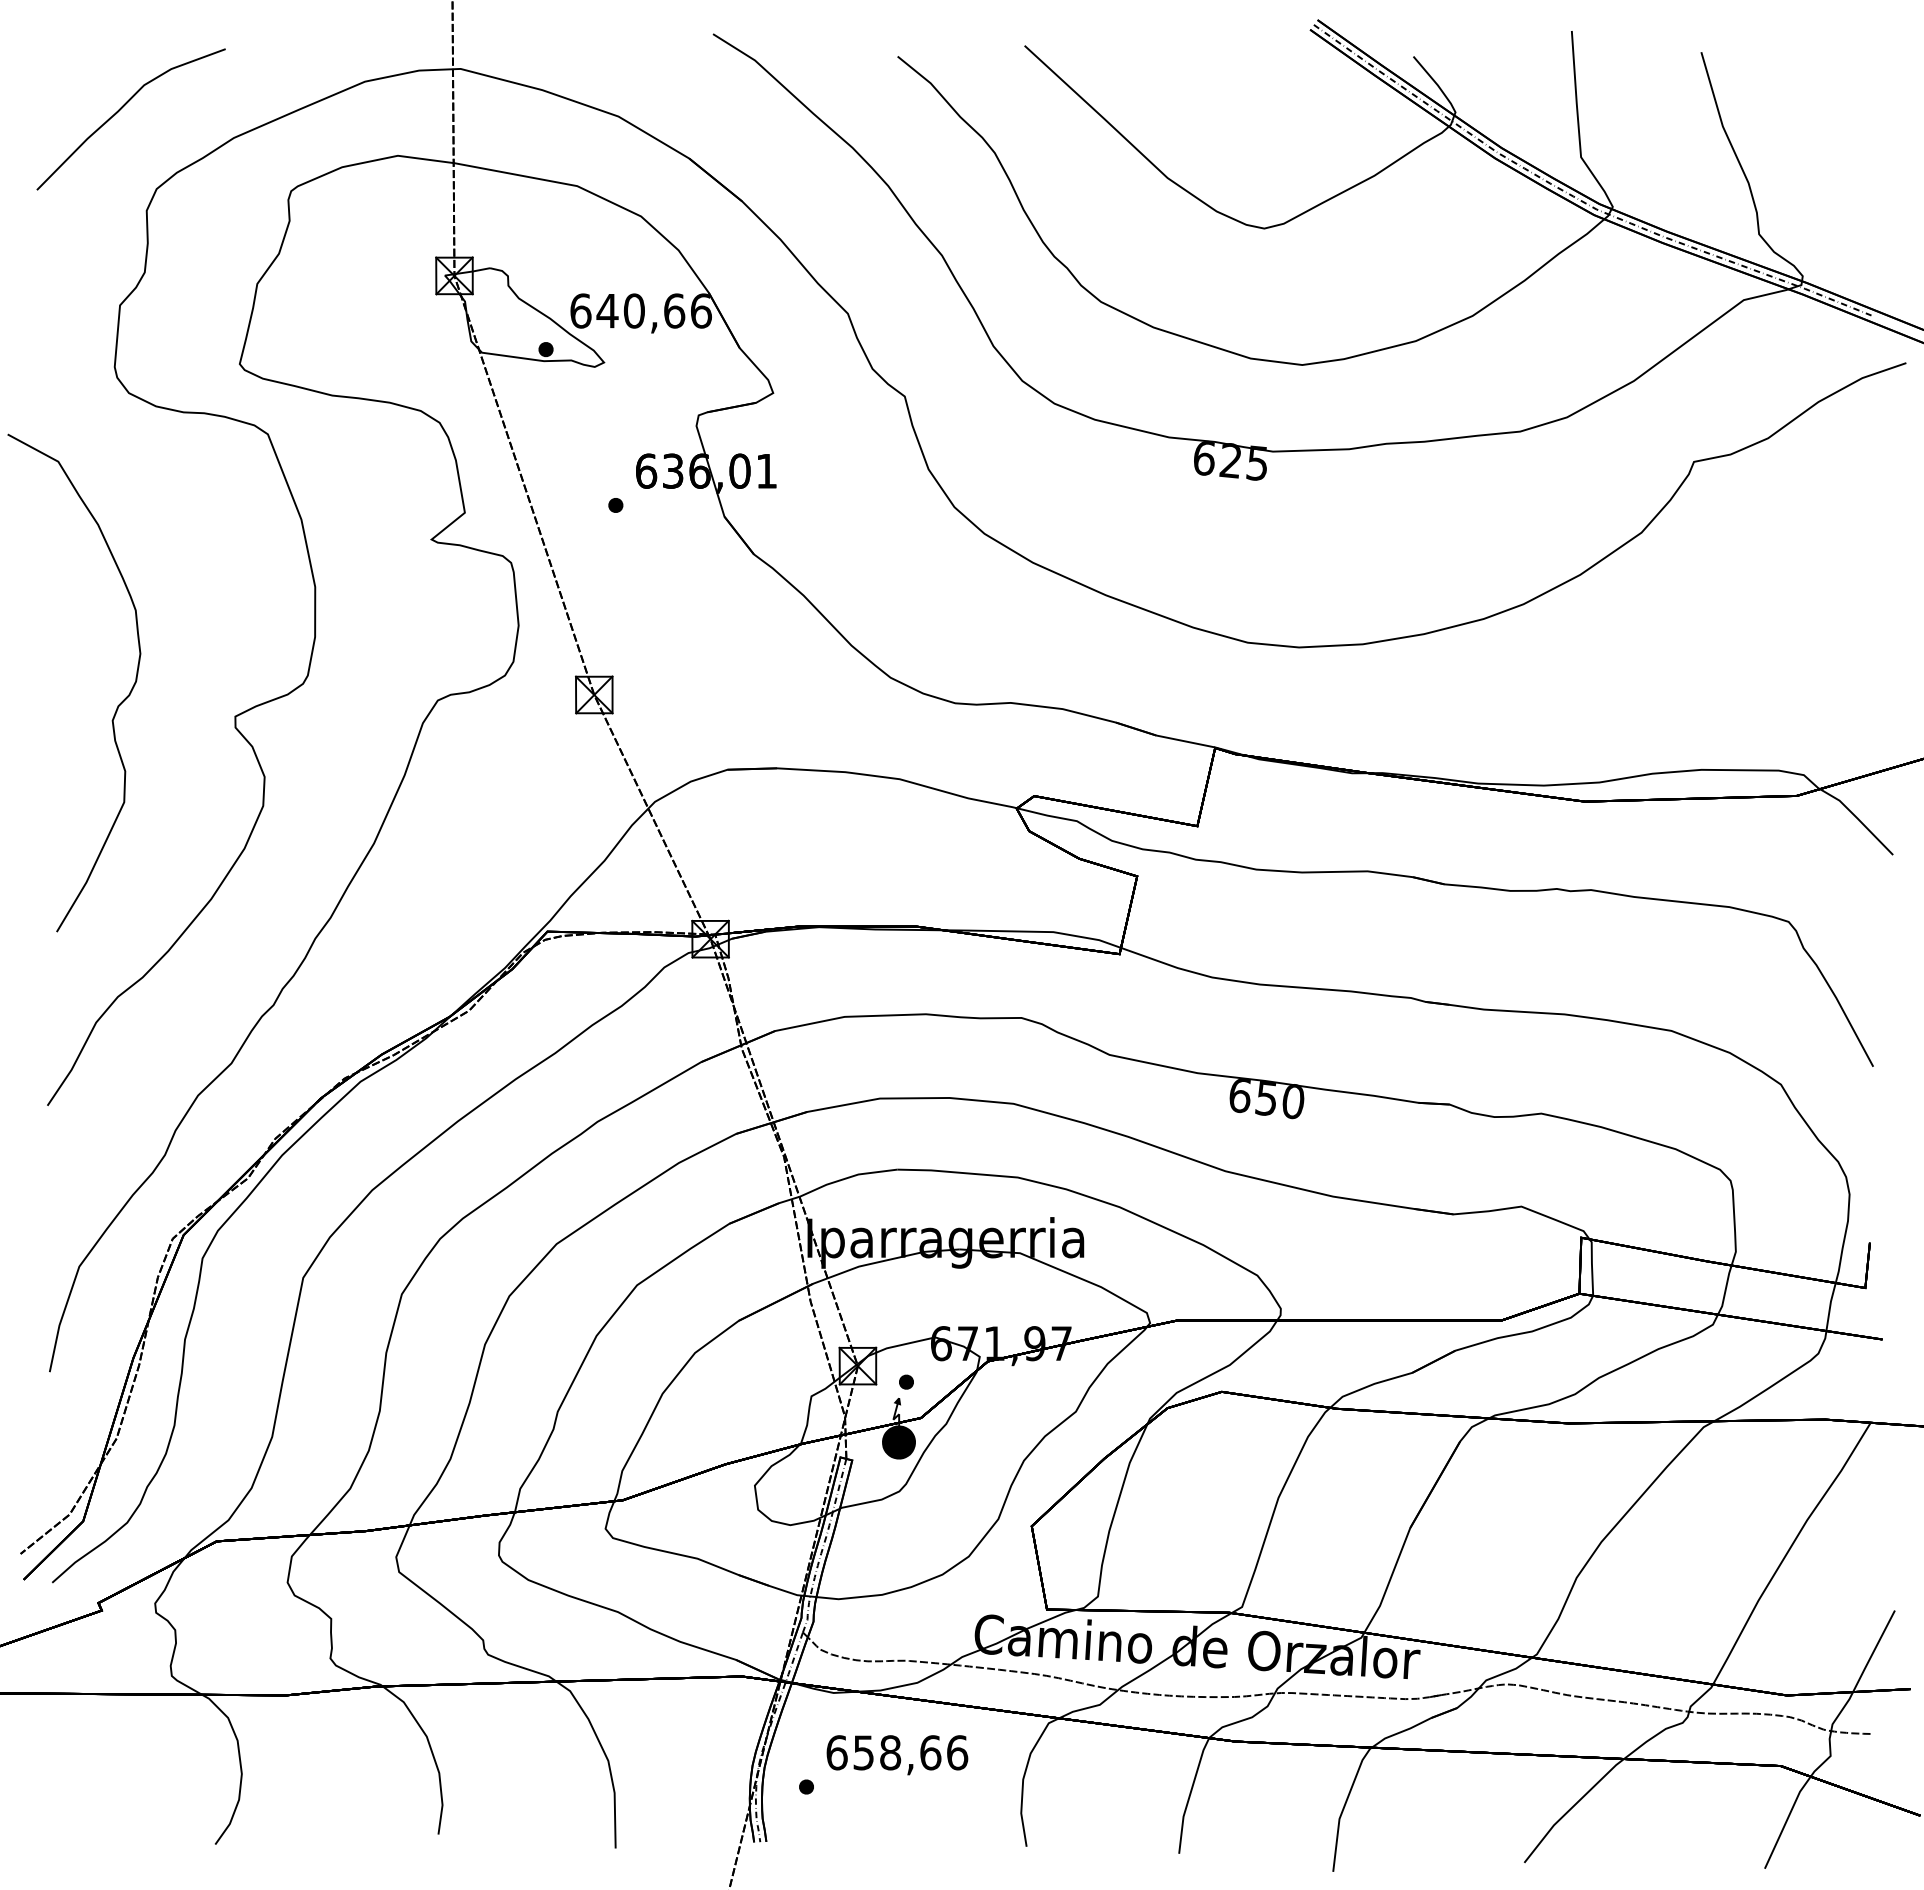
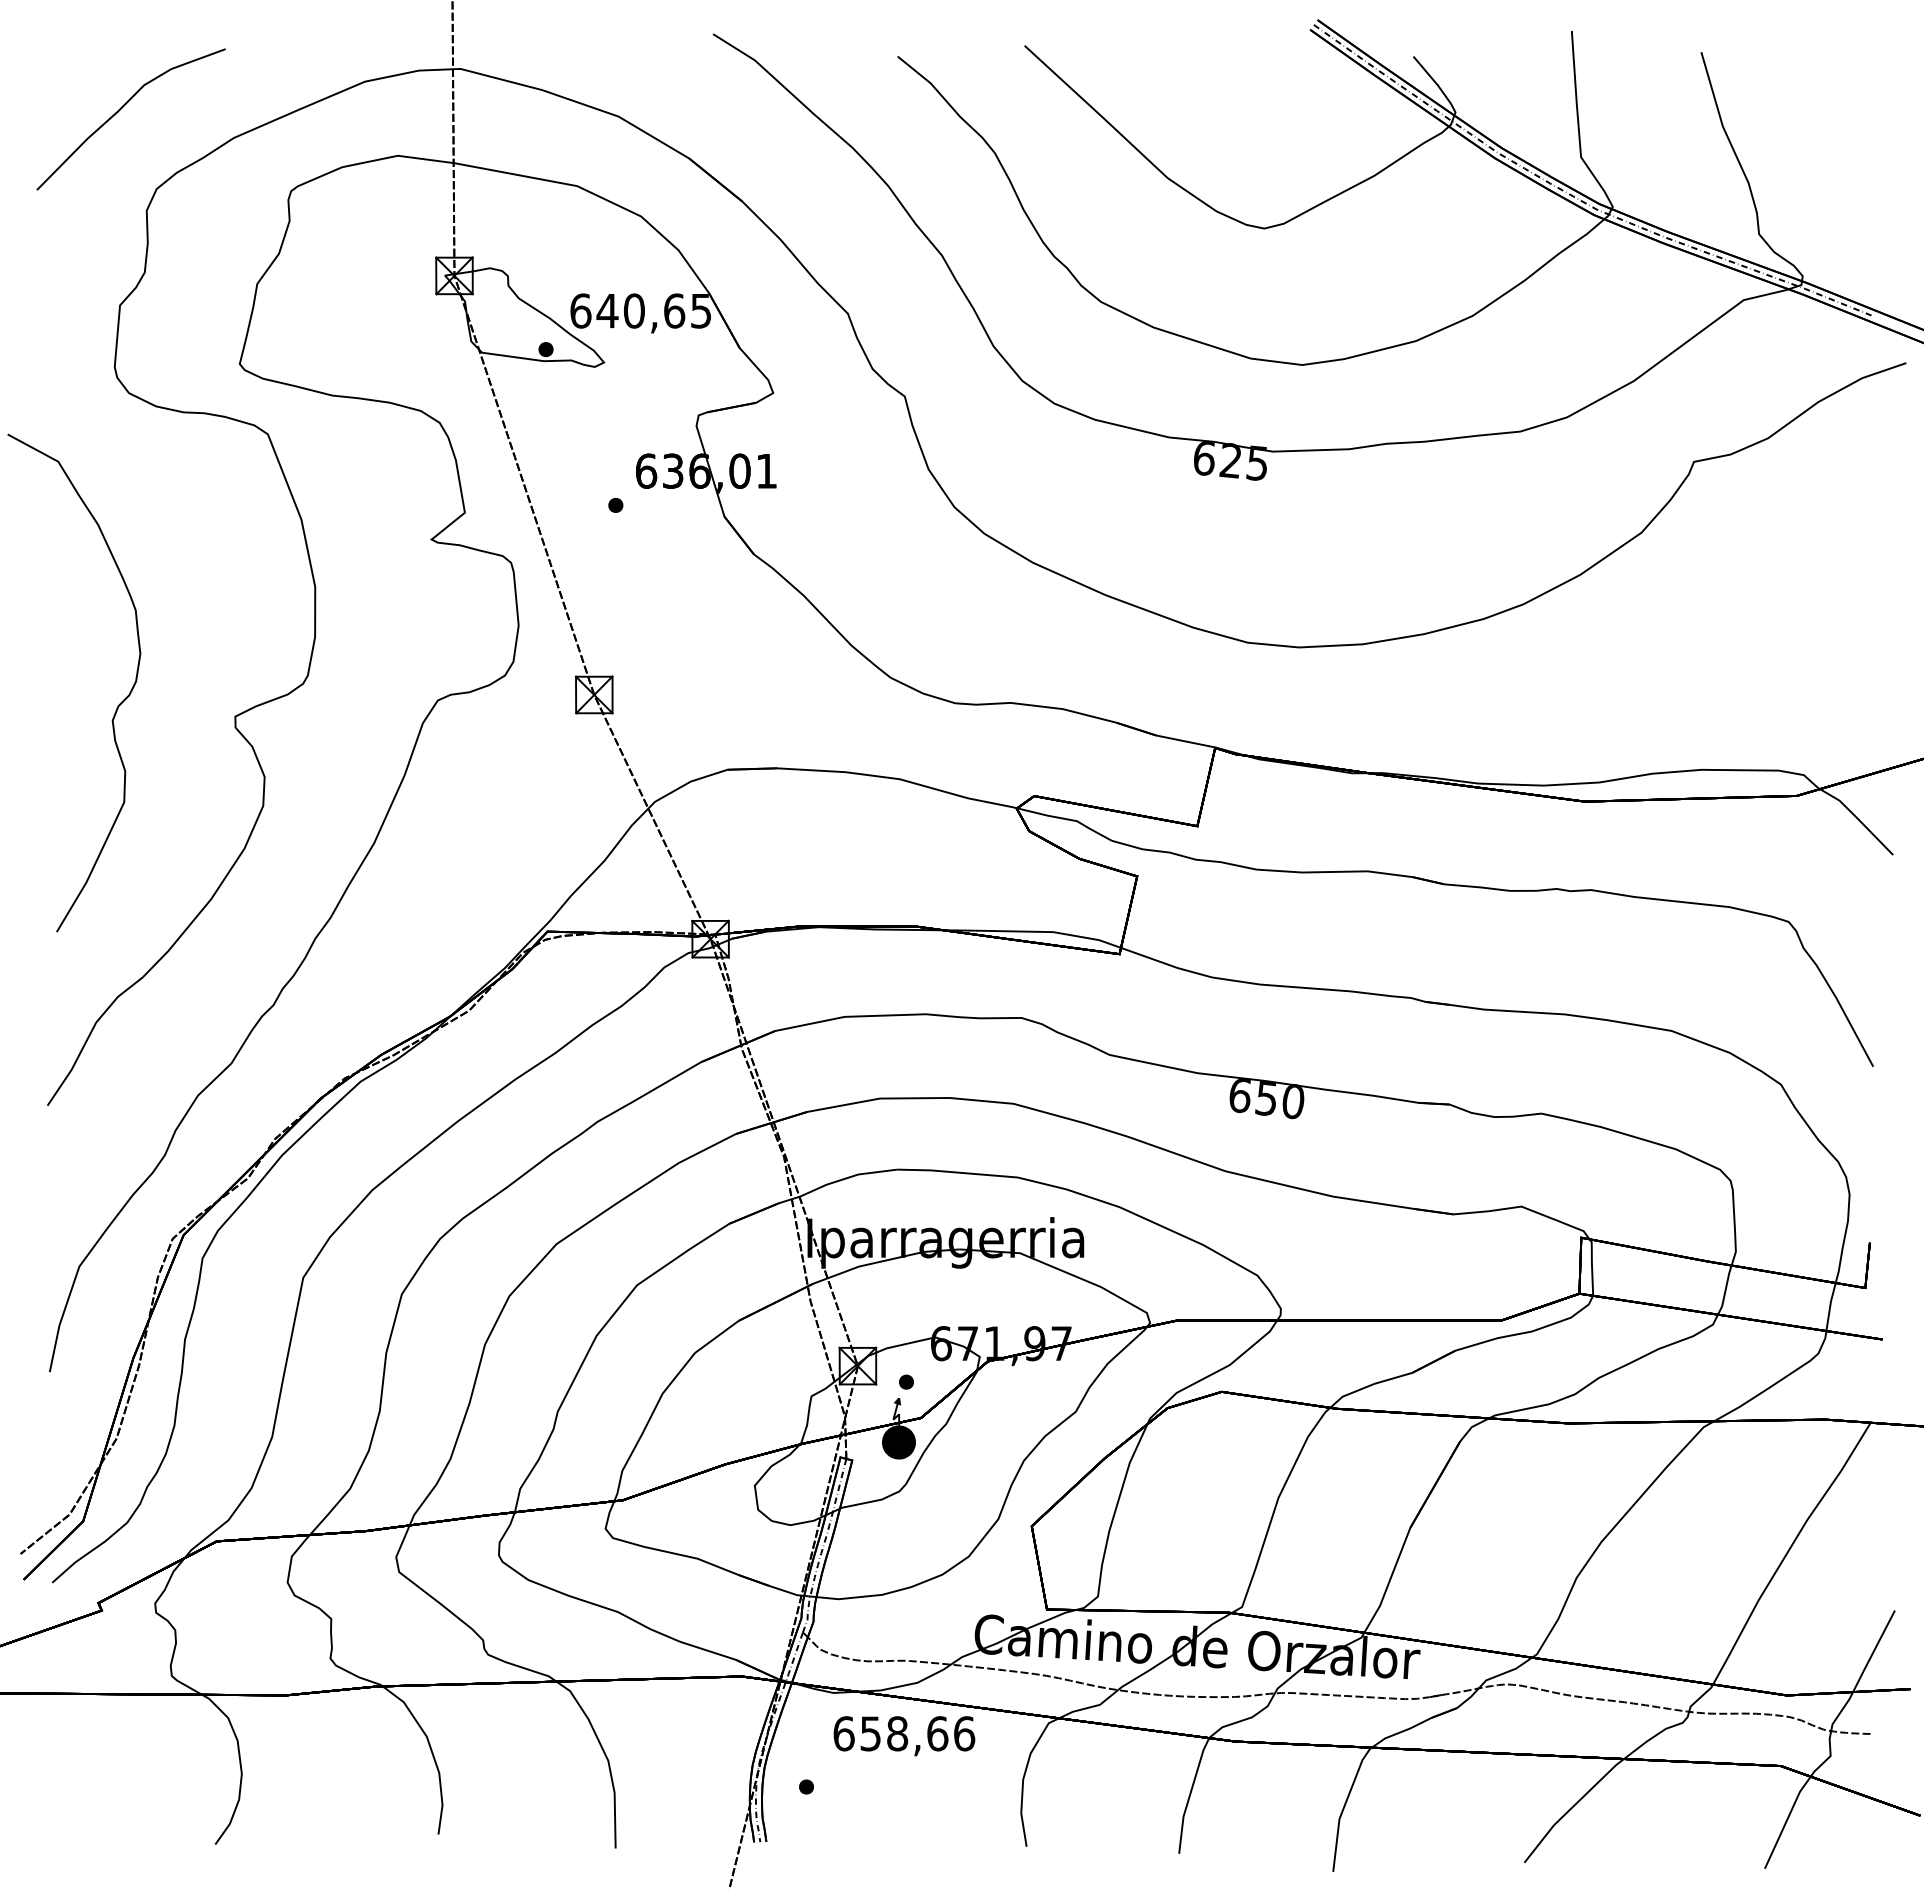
text at (701, 310): 640,66 -> 640,65
text at (897, 1755) position: (897, 1755) -> (904, 1736)
